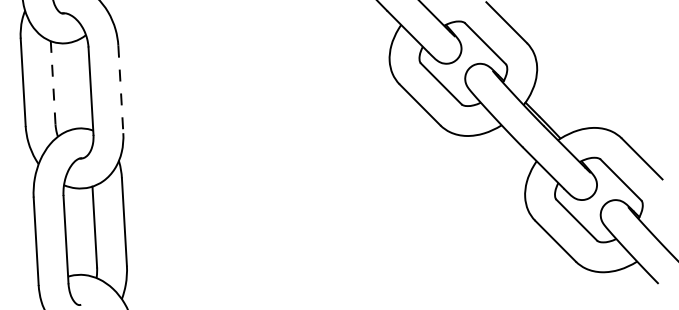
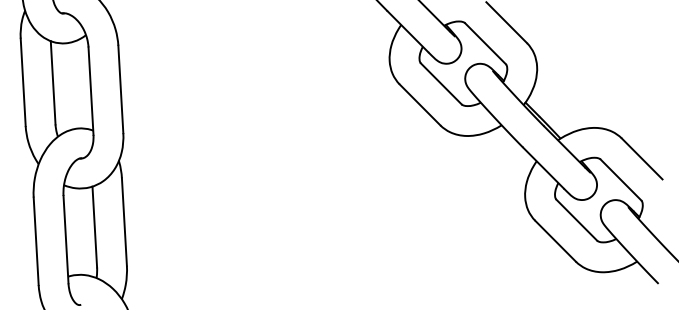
line at (53, 82): dashed -> solid
line at (120, 89): dashed -> solid
